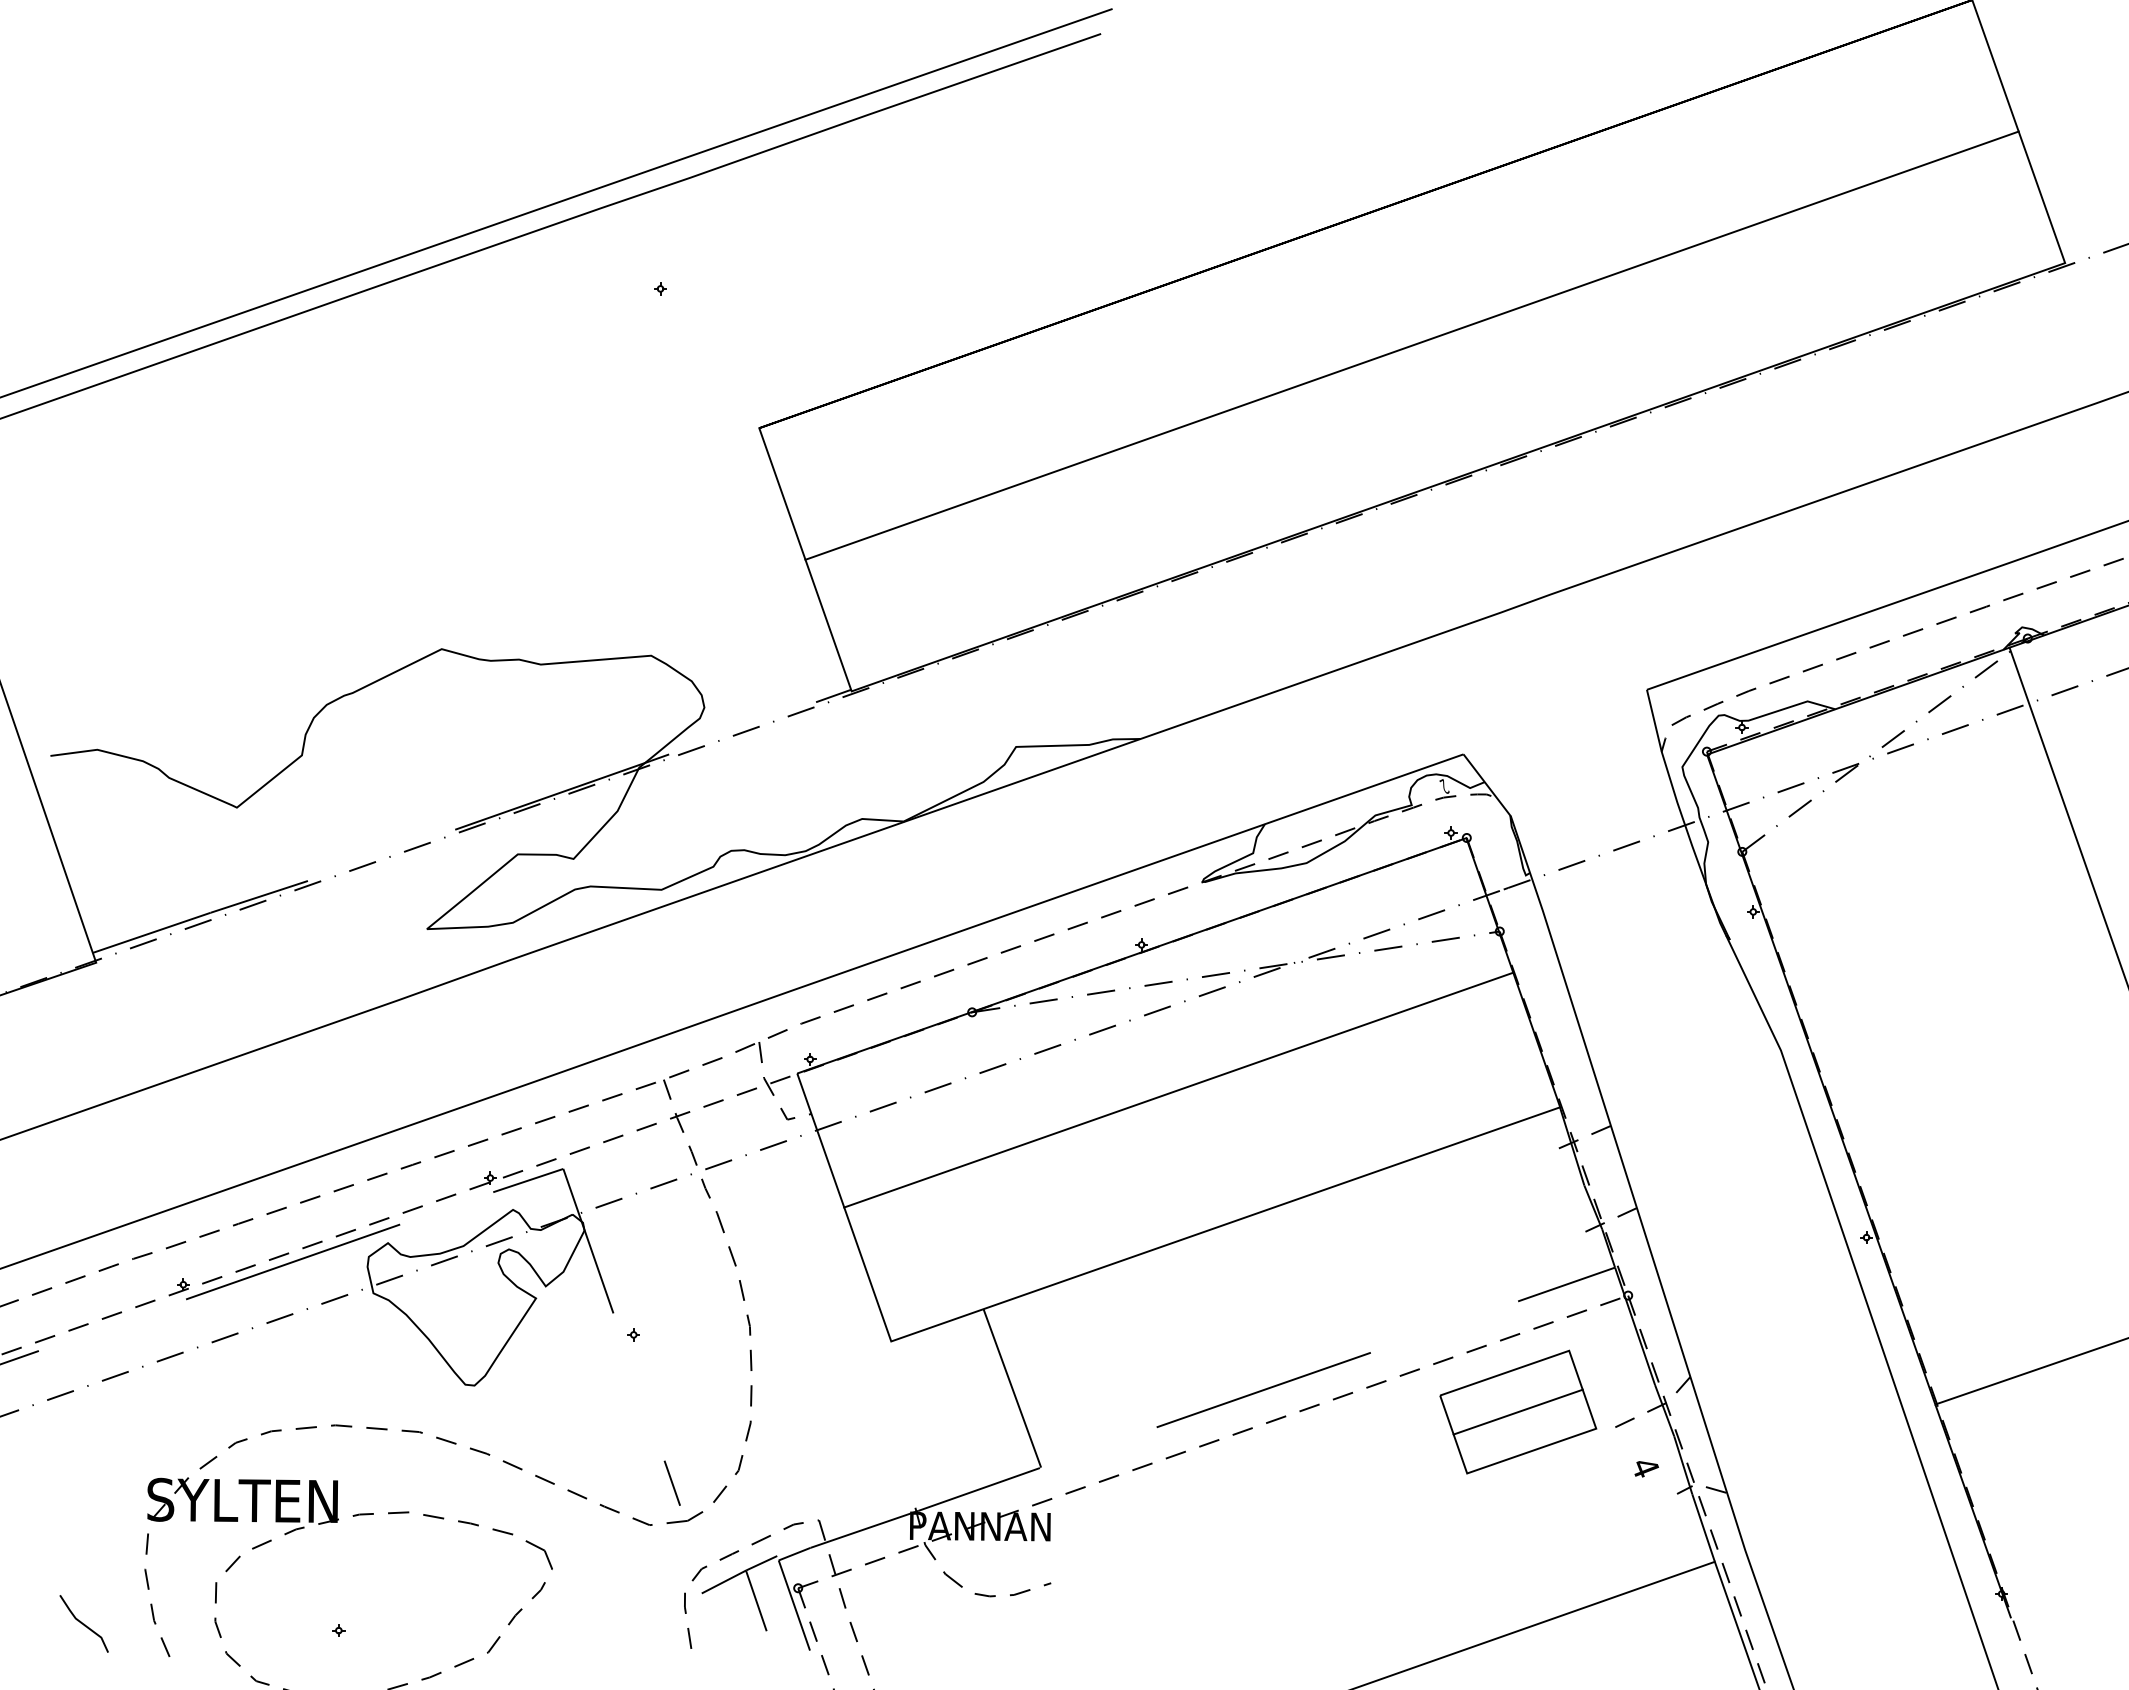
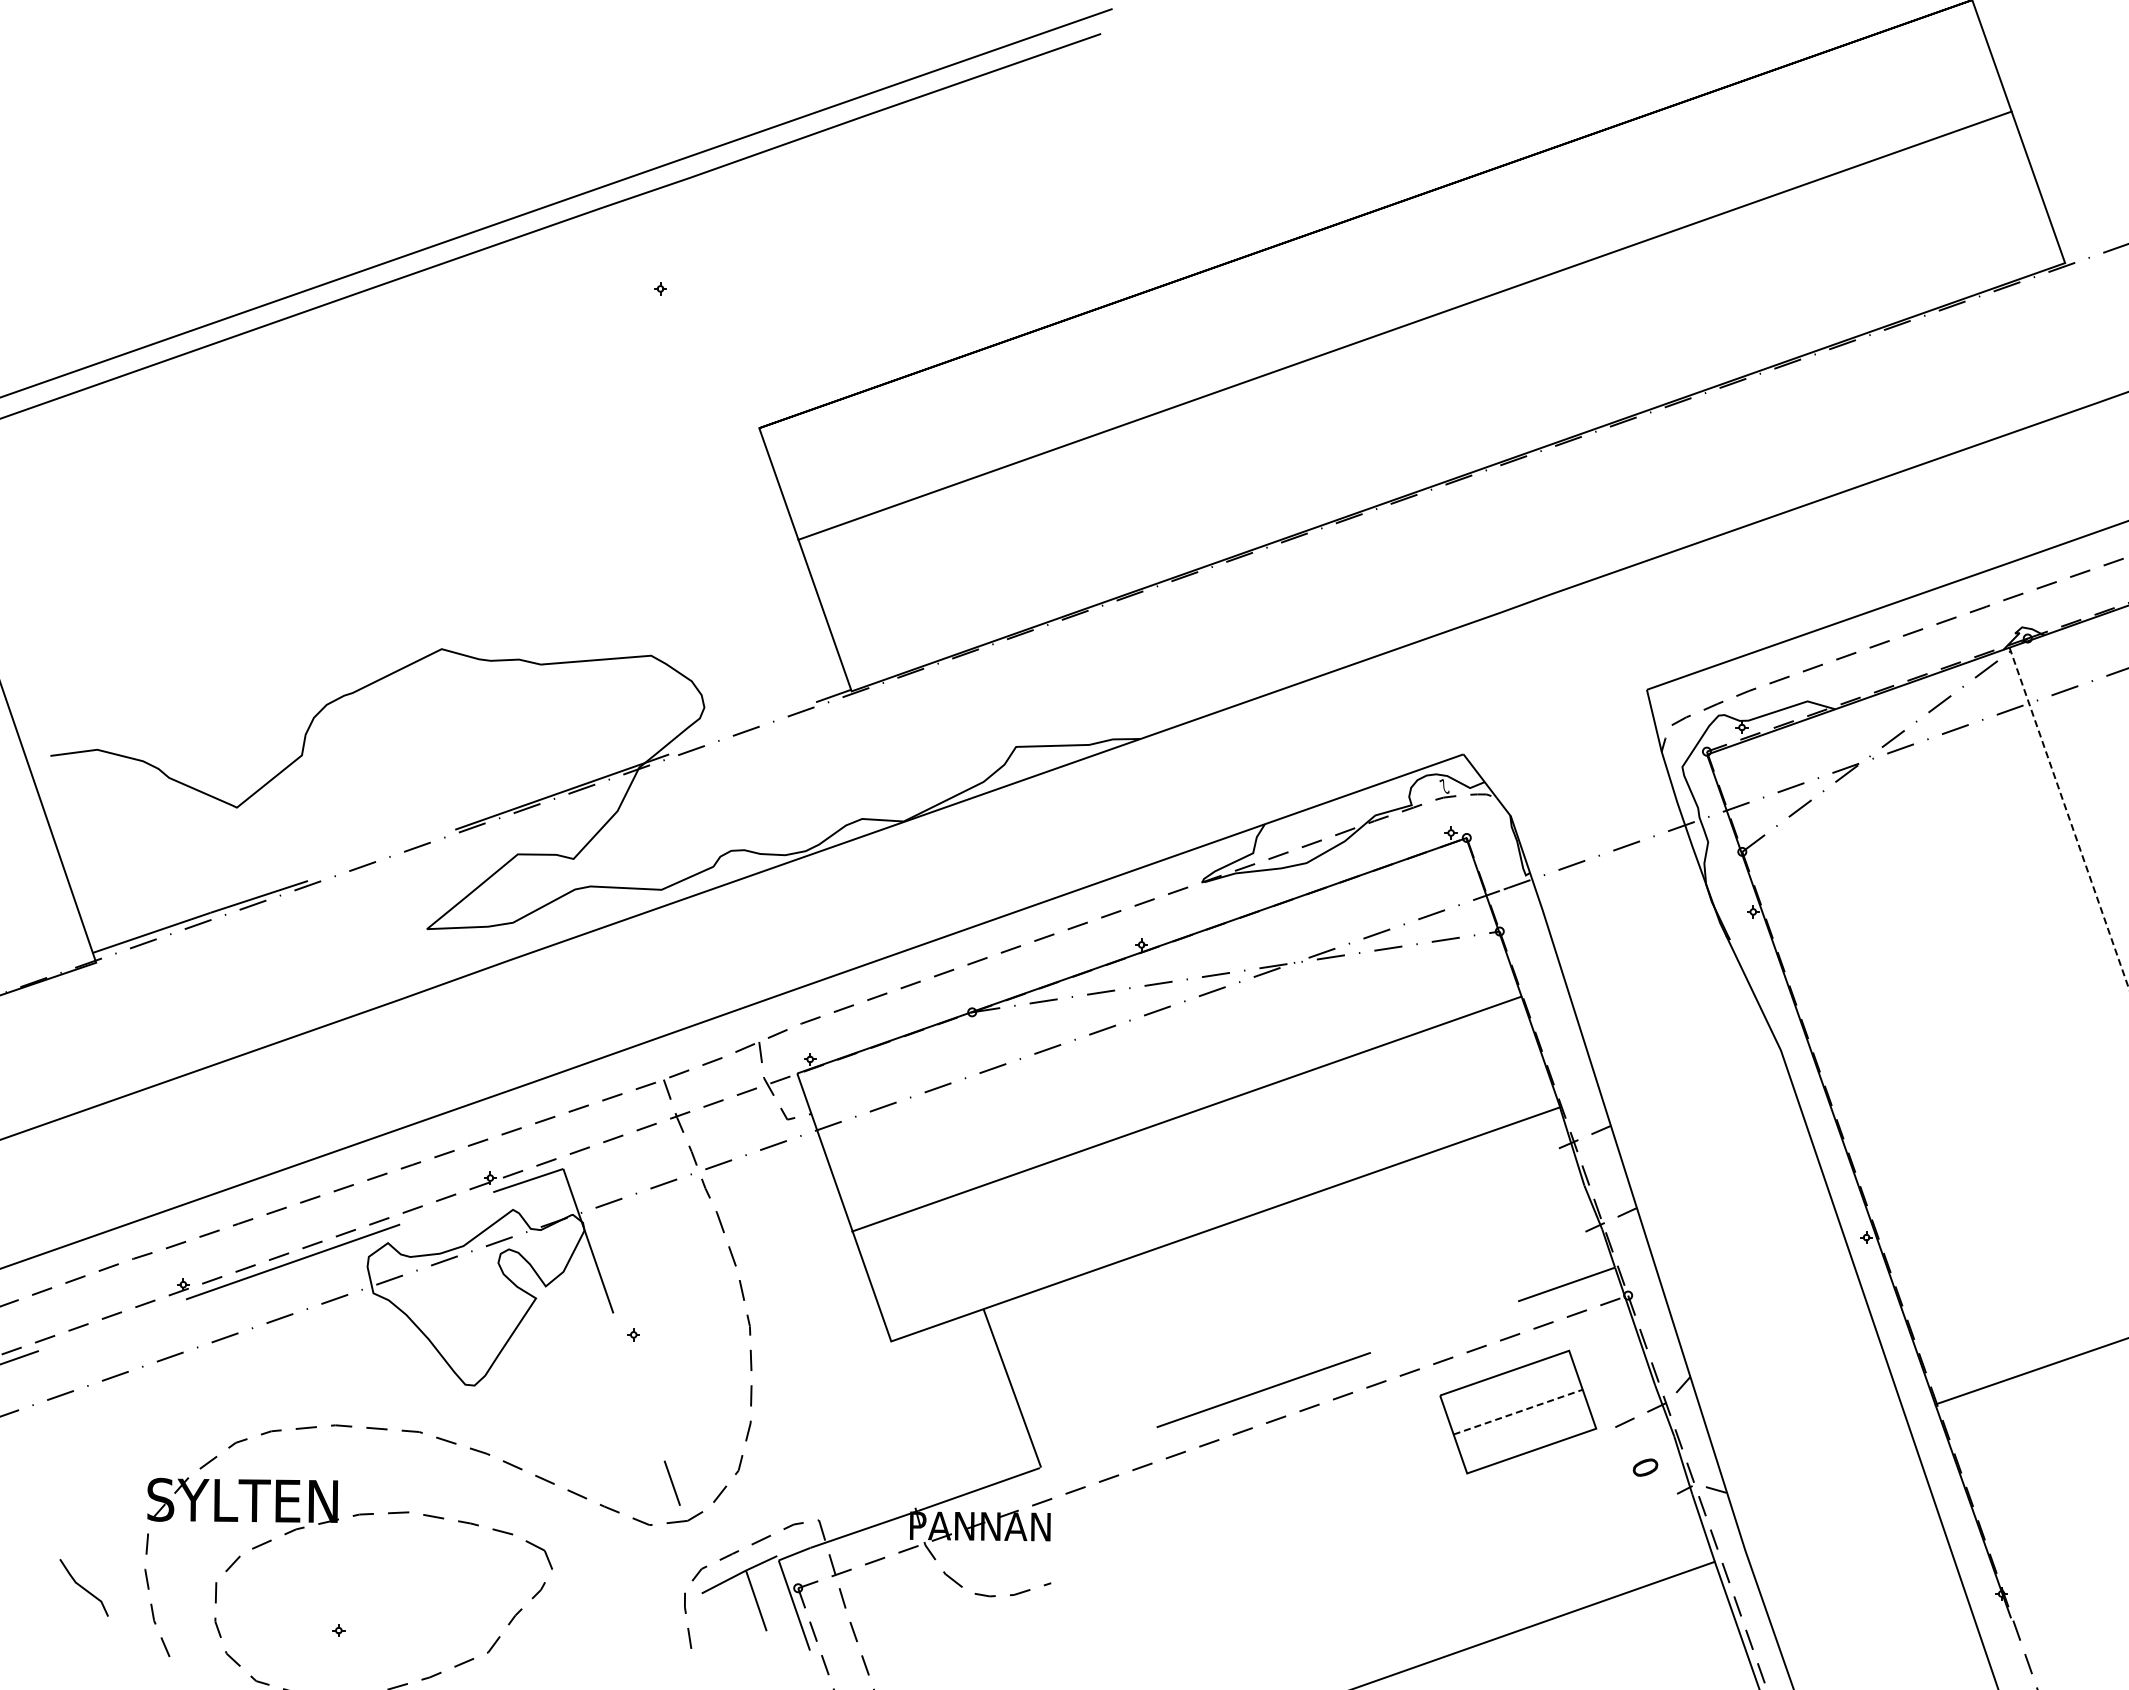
line at (1411, 345) position: (1411, 345) -> (1404, 325)
line at (2069, 818): solid -> dashed
line at (1178, 1089) position: (1178, 1089) -> (1186, 1113)
line at (1518, 1411): solid -> dashed
text at (1645, 1467): 4 -> 0
line at (83, 1623) position: (83, 1623) -> (83, 1587)
